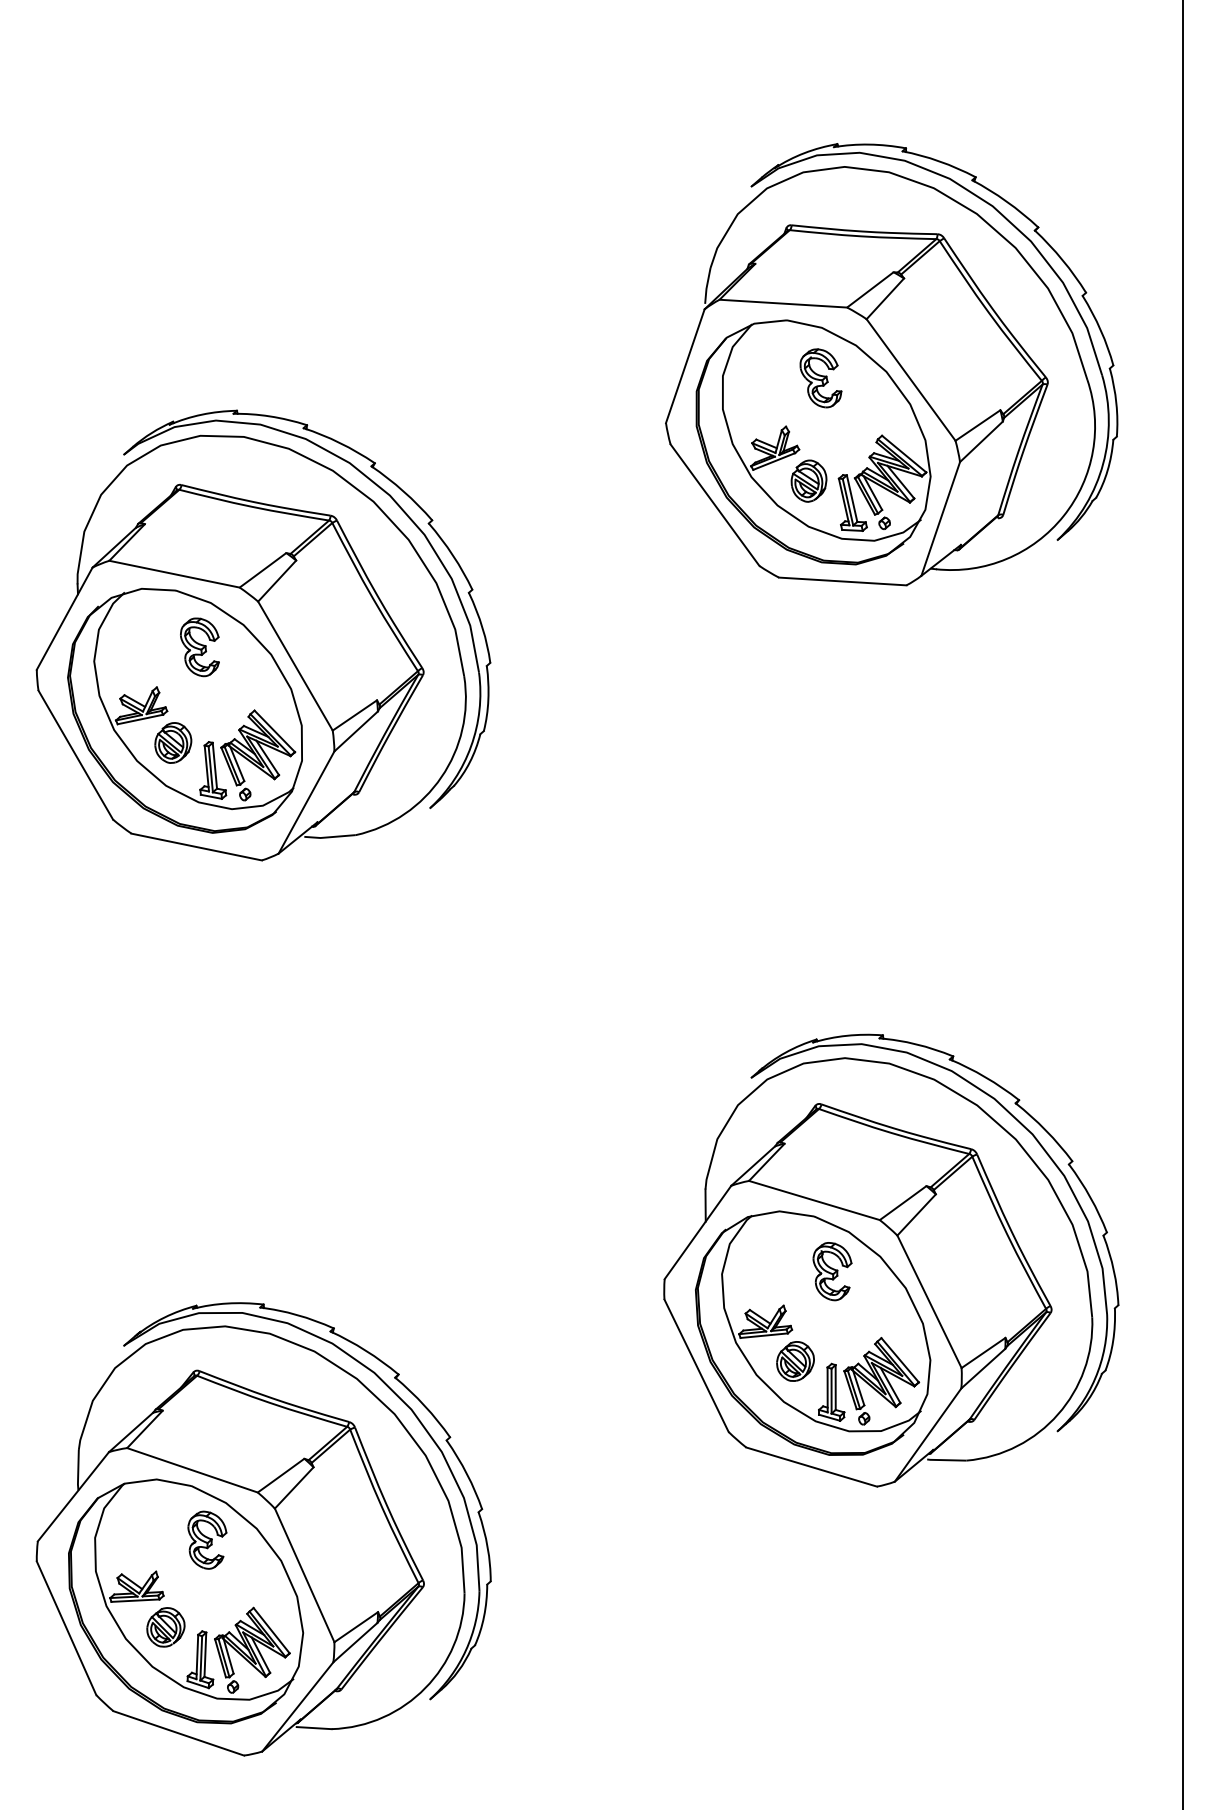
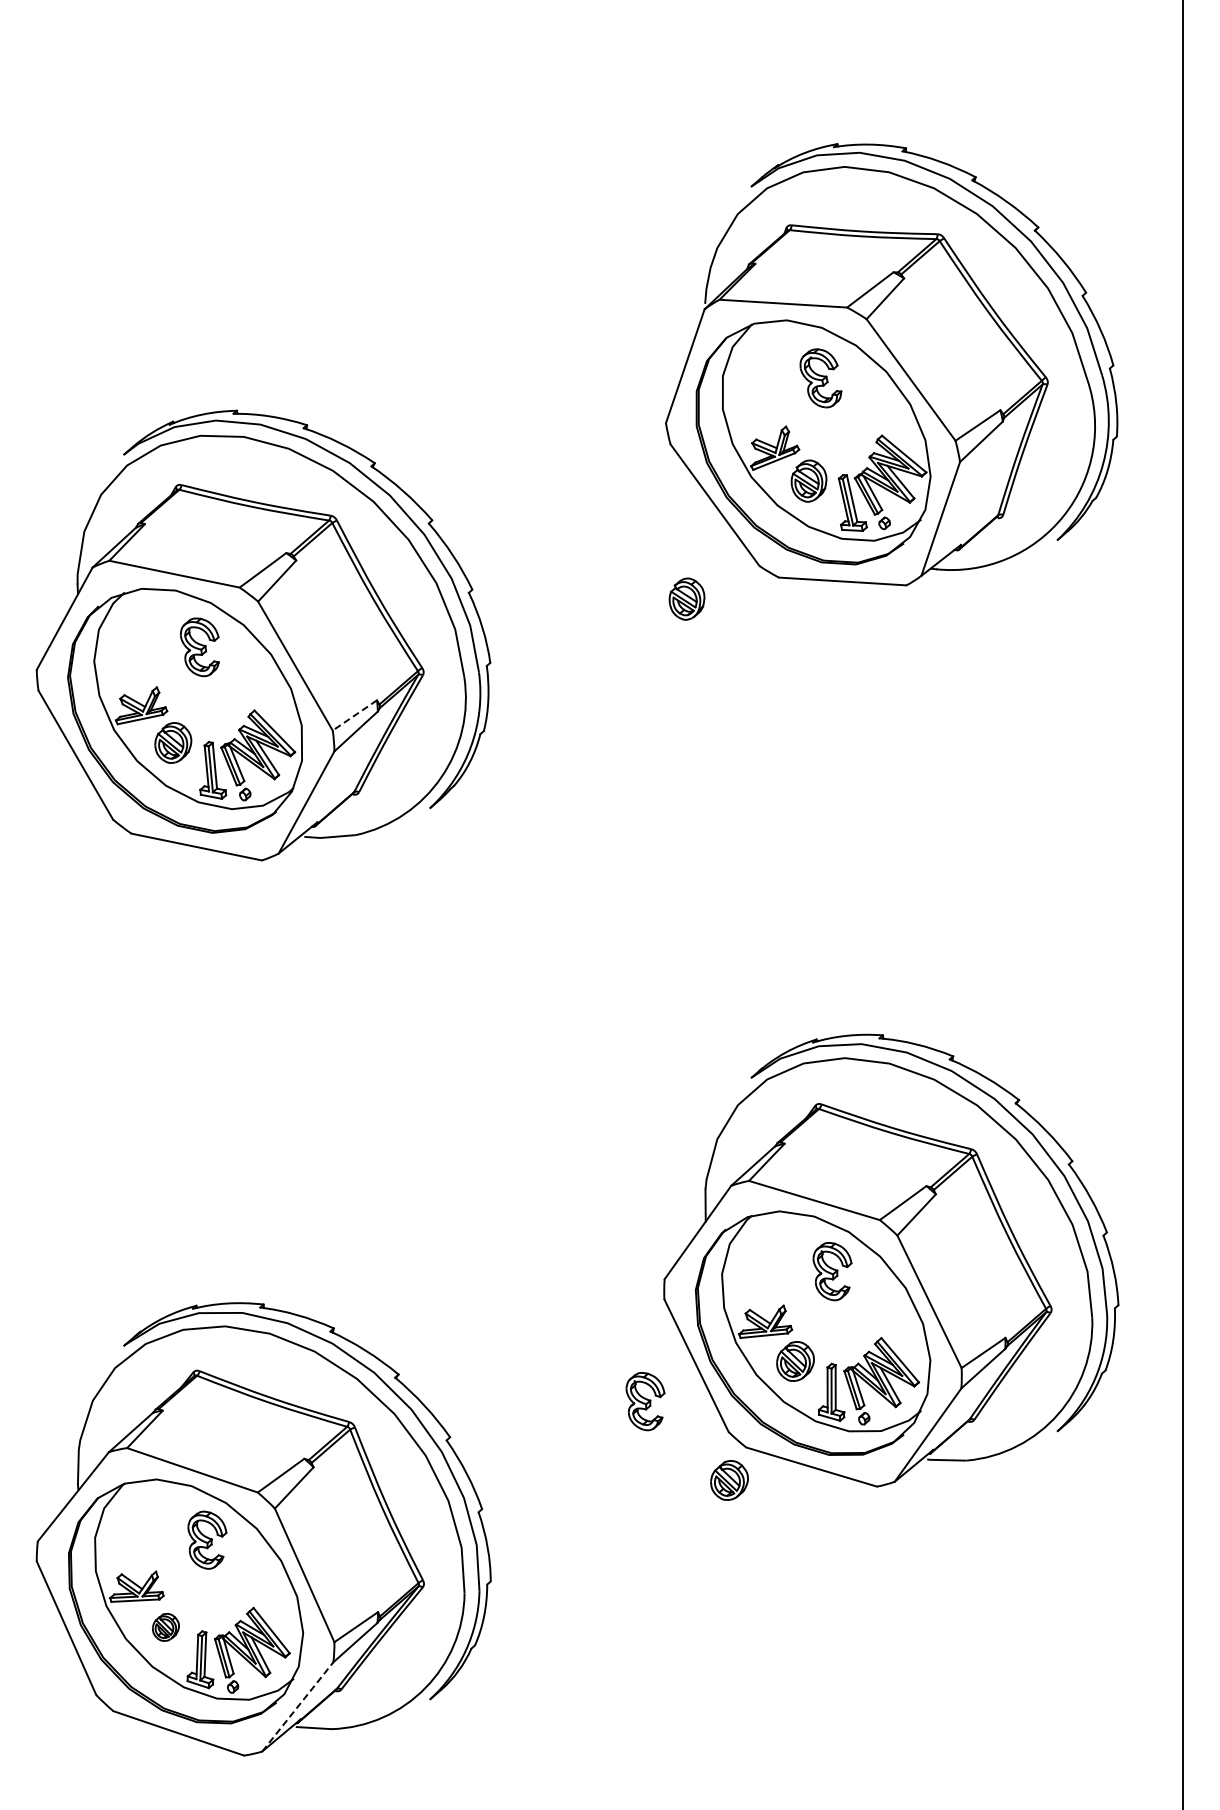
part at (686, 598): none -> present
line at (354, 715): solid -> dashed
part at (645, 1401): none -> present
part at (729, 1480): none -> present
part at (165, 1627) size: 40x41 px -> 28x29 px
line at (298, 1706): solid -> dashed
